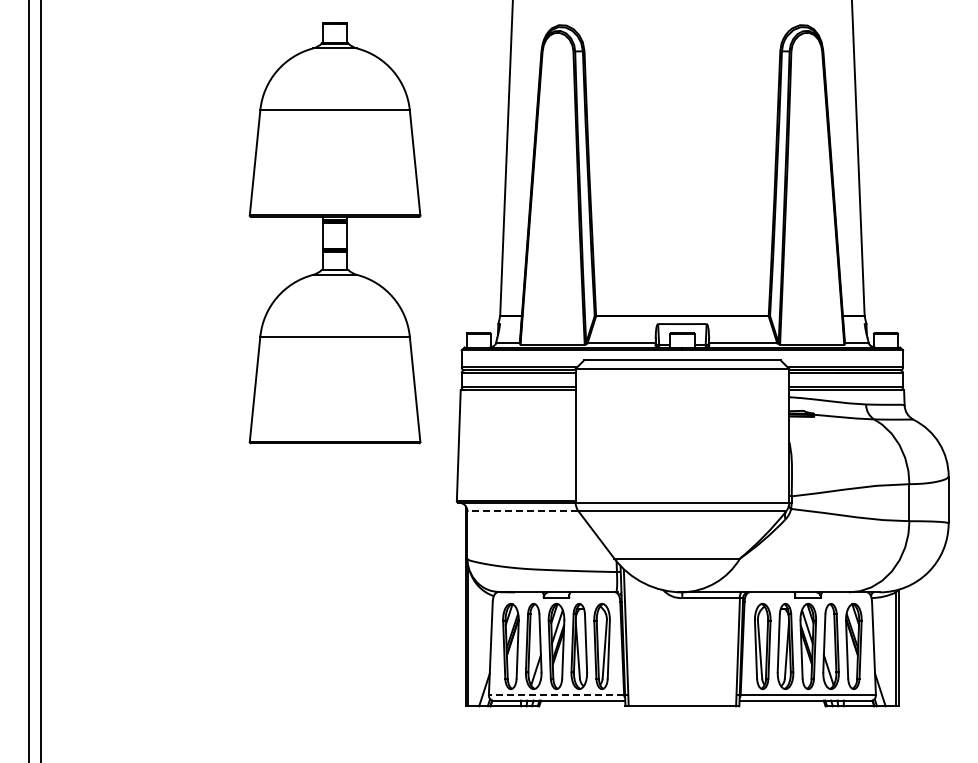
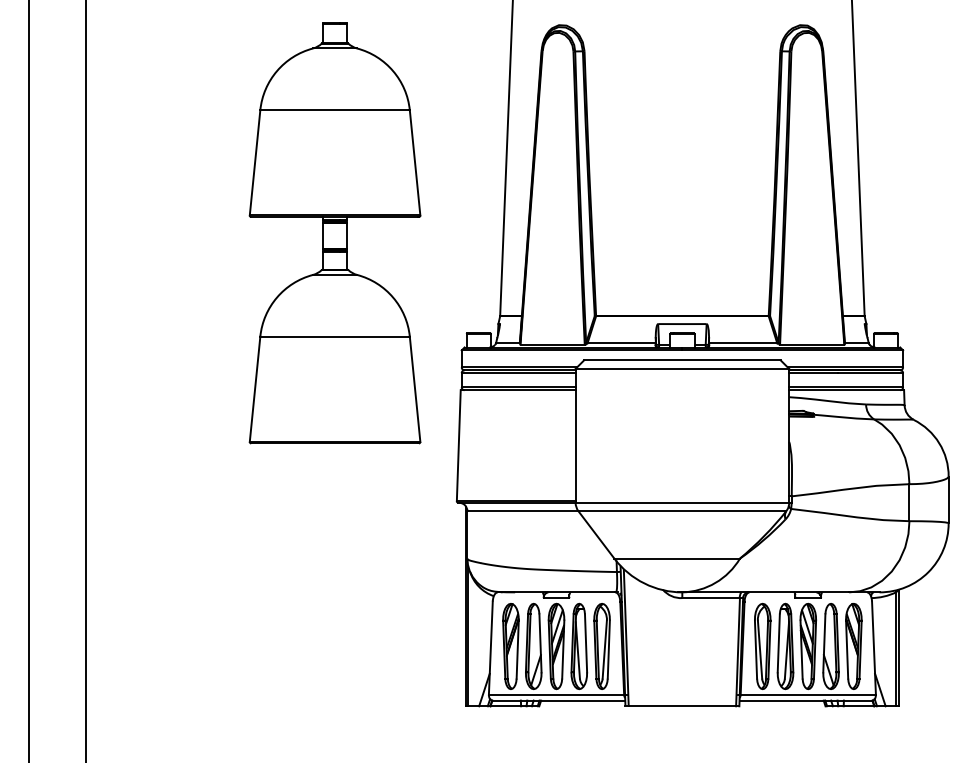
line at (41, 380) position: (41, 380) -> (86, 380)
line at (522, 511): dashed -> solid
line at (556, 694): dashed -> solid
